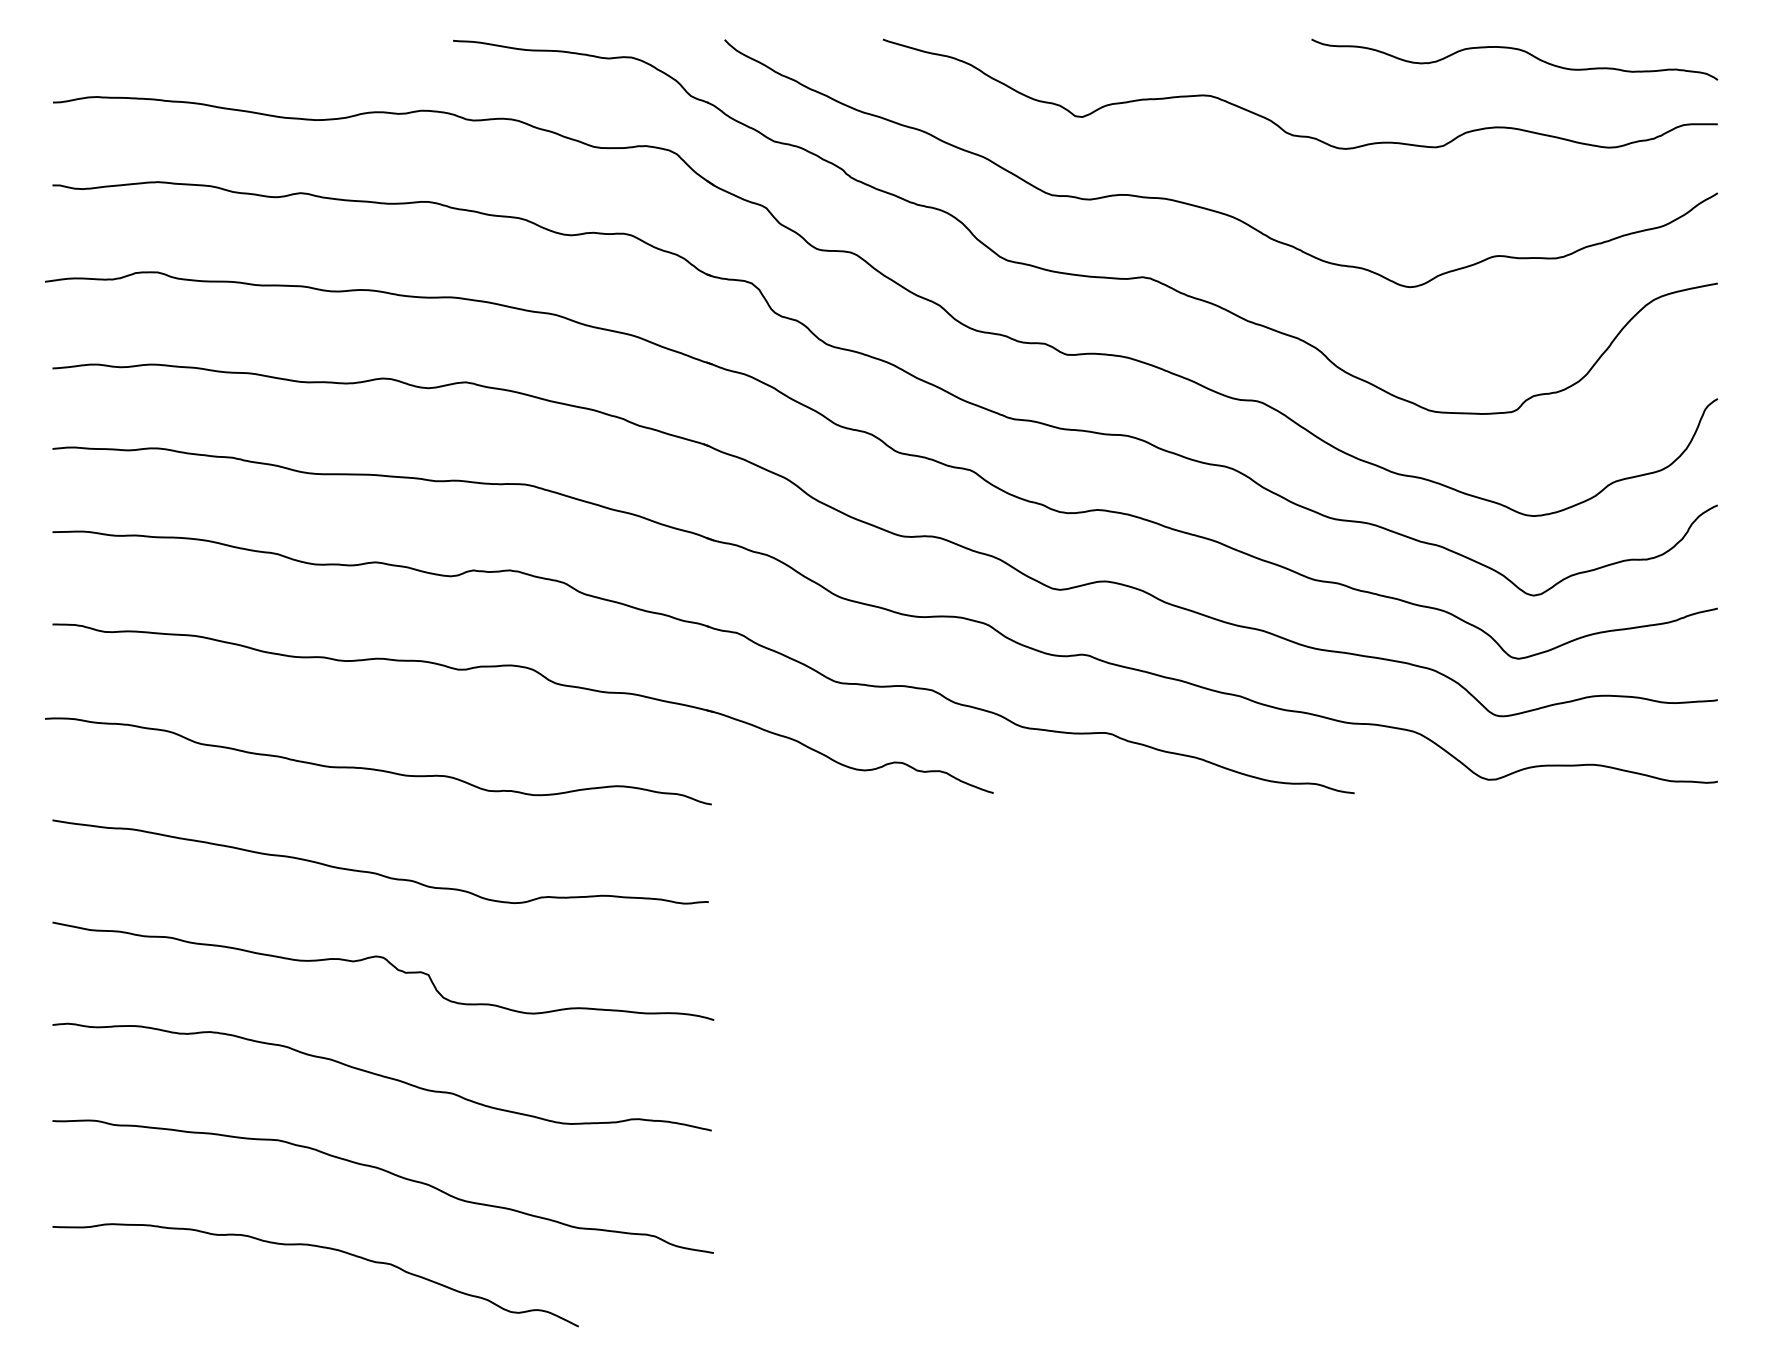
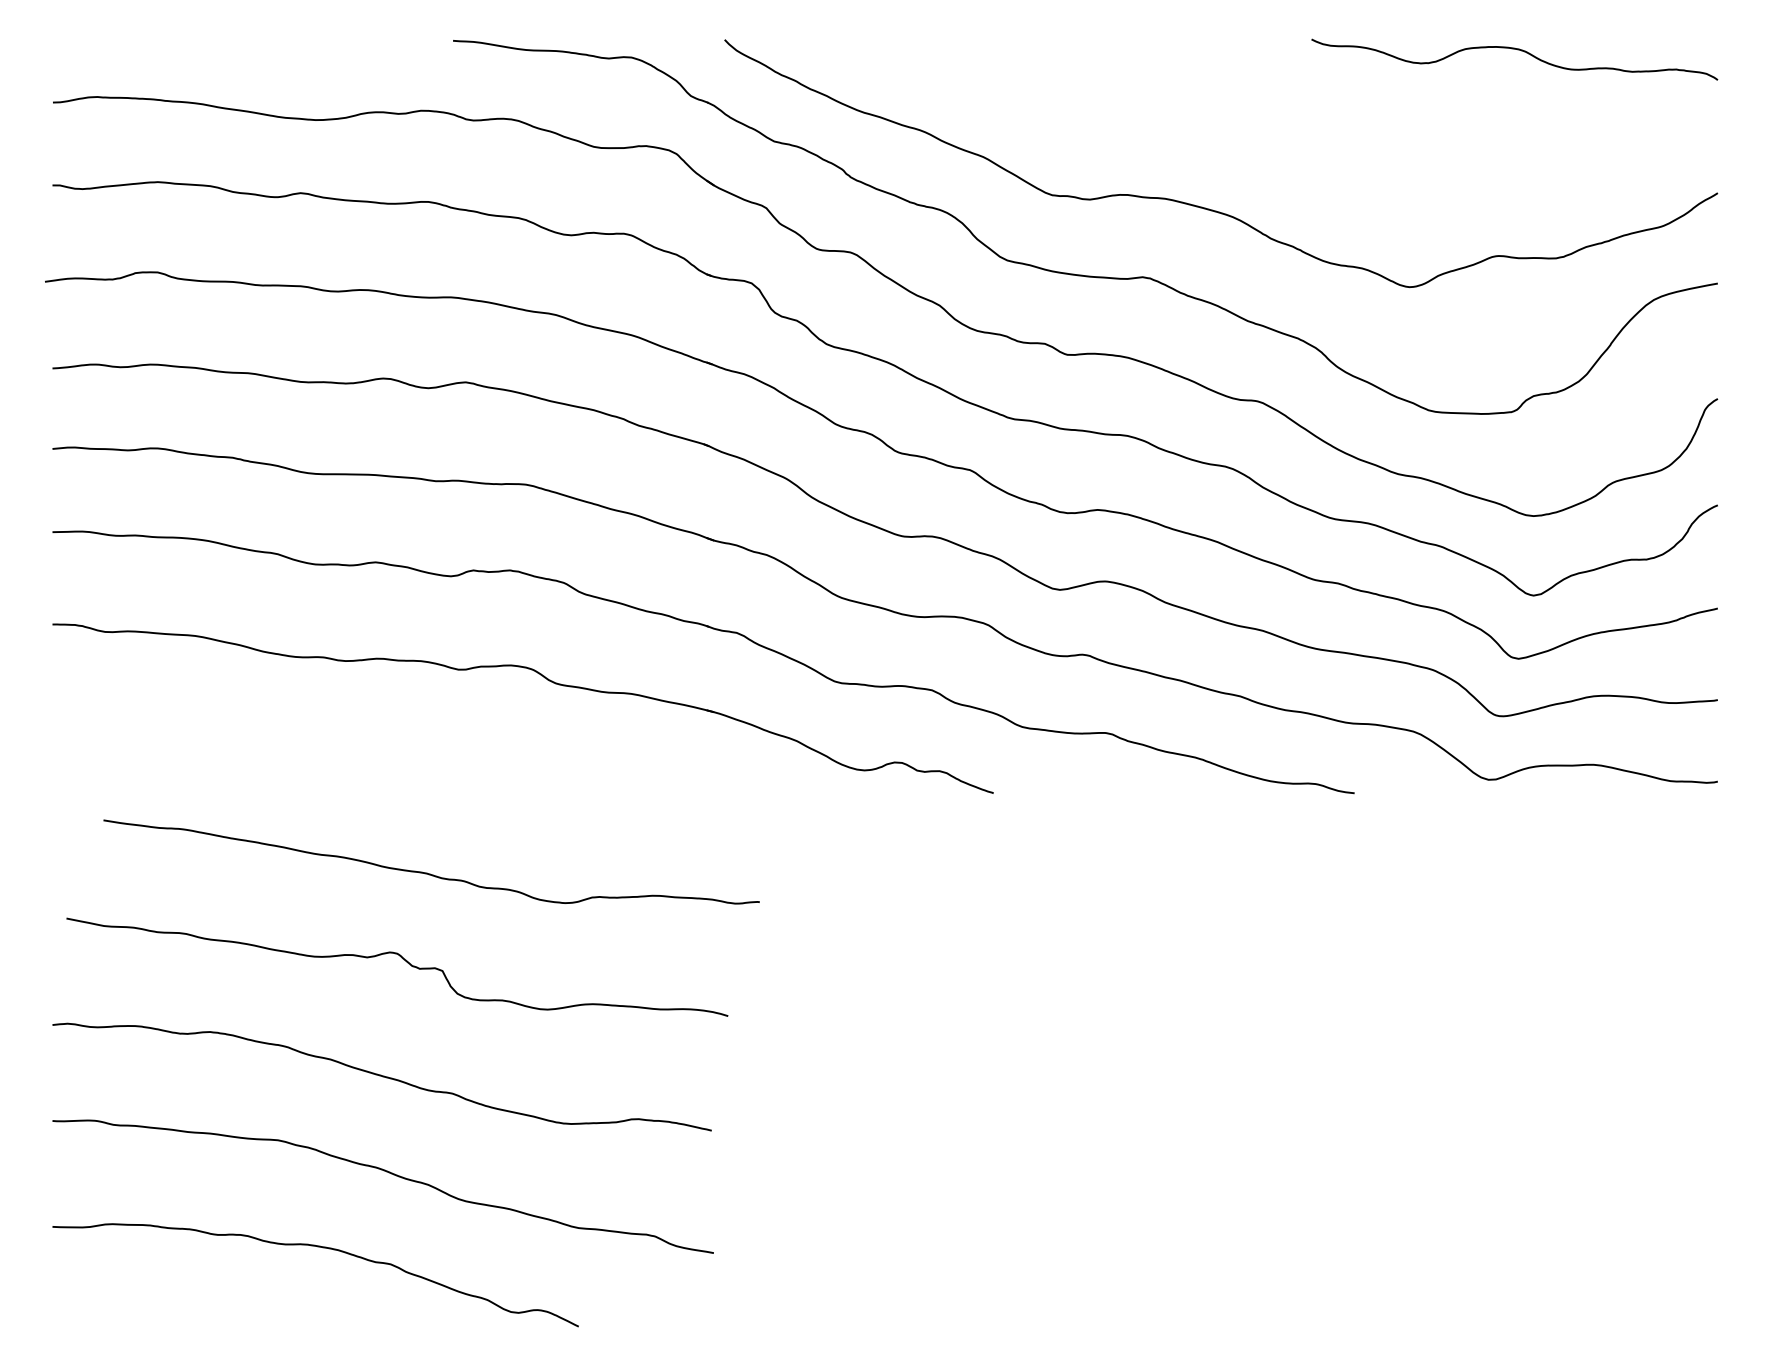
curve at (1275, 122): present -> none
curve at (375, 768): present -> none
curve at (376, 872) position: (376, 872) -> (427, 872)
curve at (388, 963) position: (388, 963) -> (402, 959)
